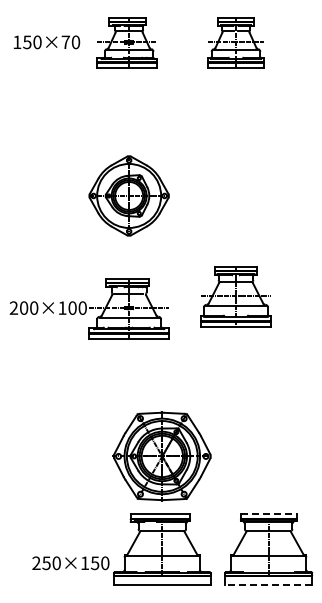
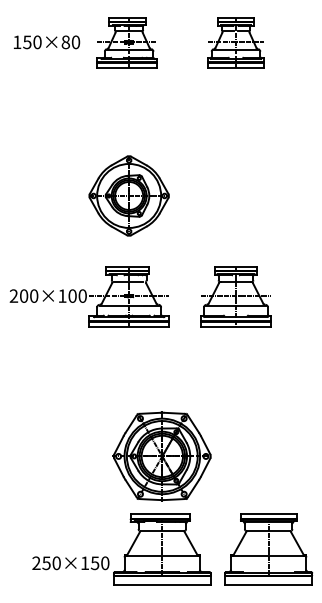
text at (65, 42): 150×70 -> 150×80
part at (89, 308) position: (89, 308) -> (89, 296)
line at (268, 514): dashed -> solid
line at (268, 584): dashed -> solid
